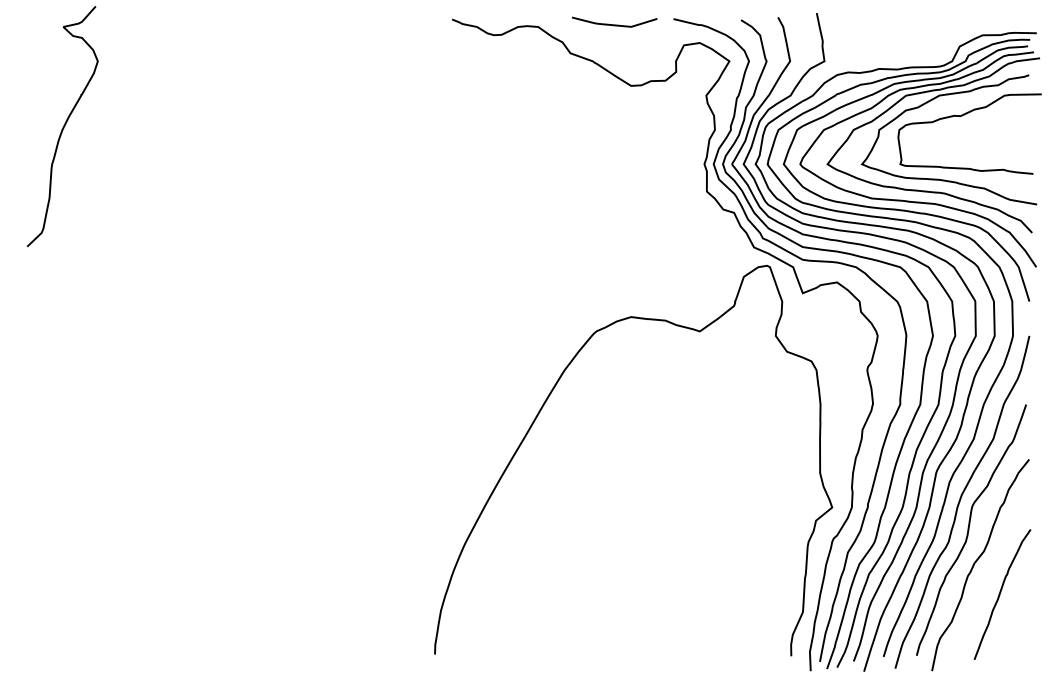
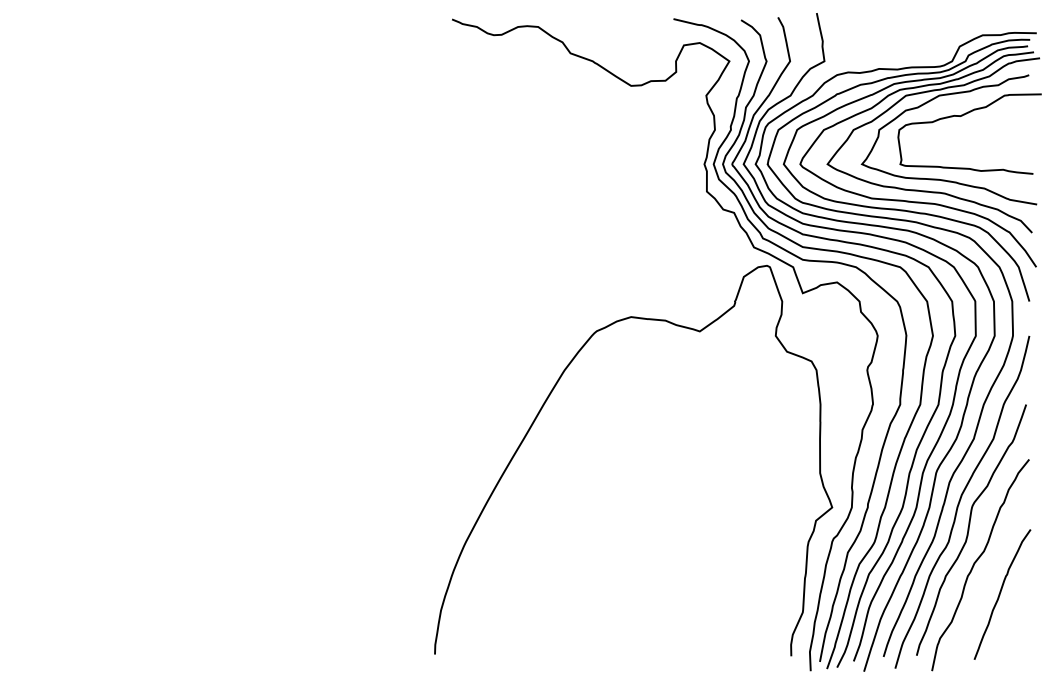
curve at (614, 24): present -> none
curve at (63, 126): present -> none
